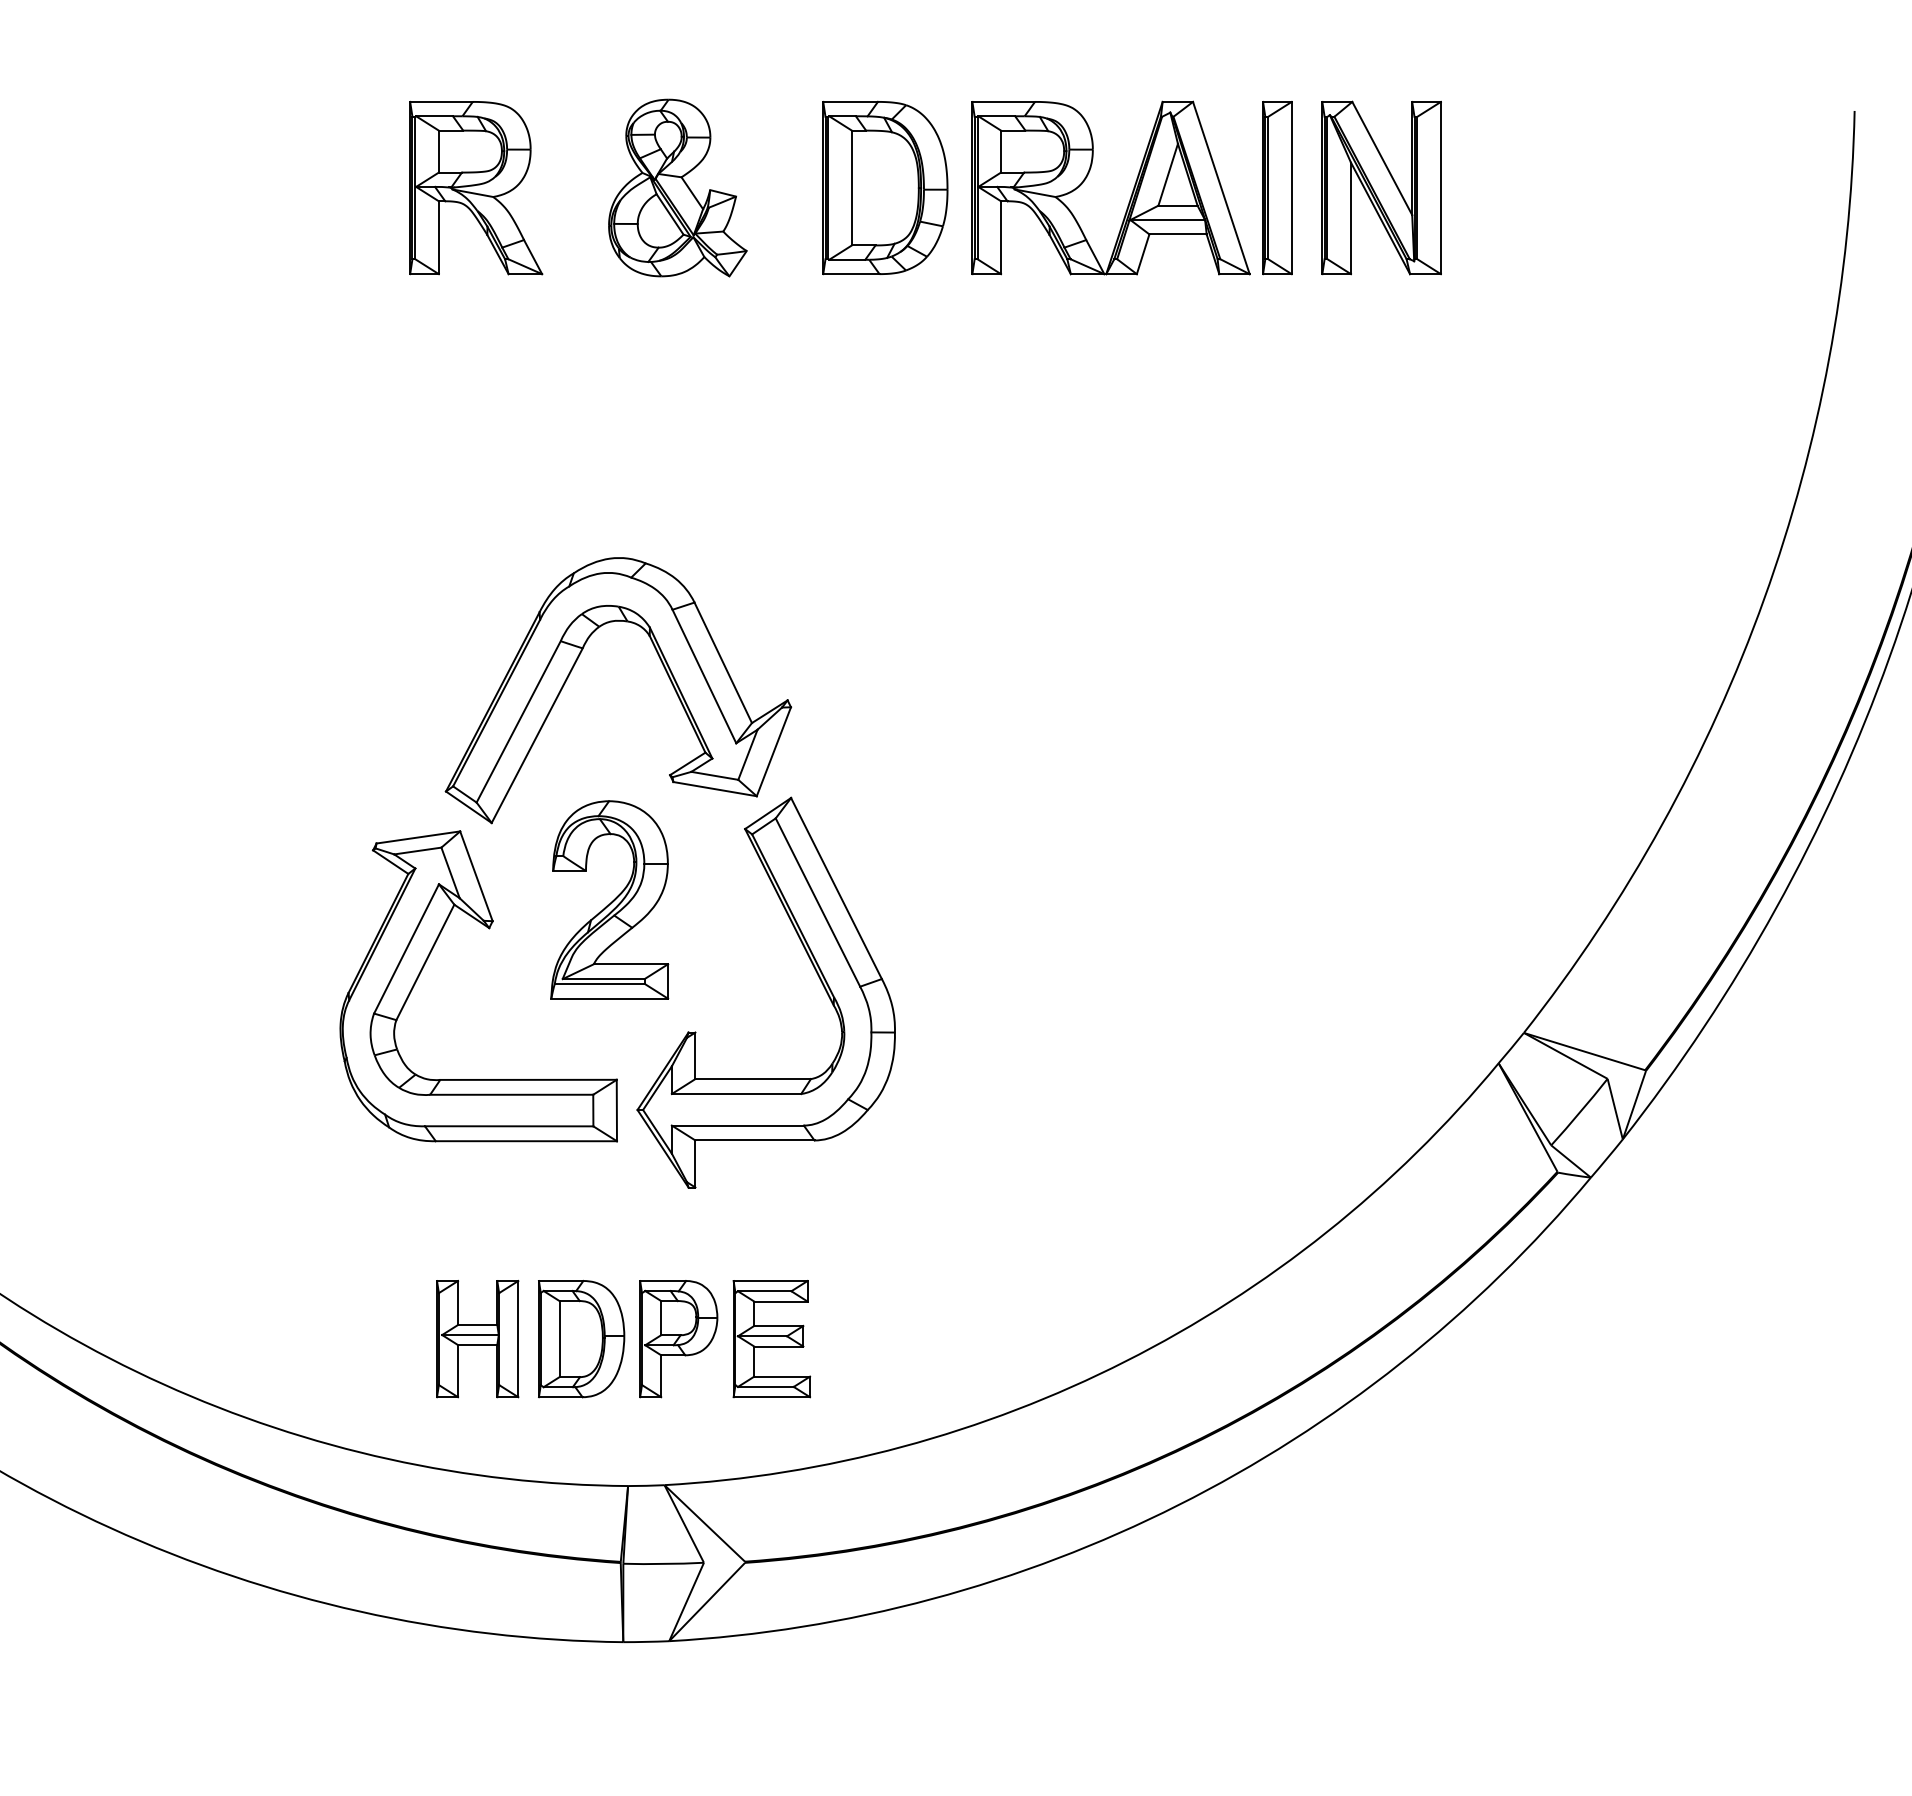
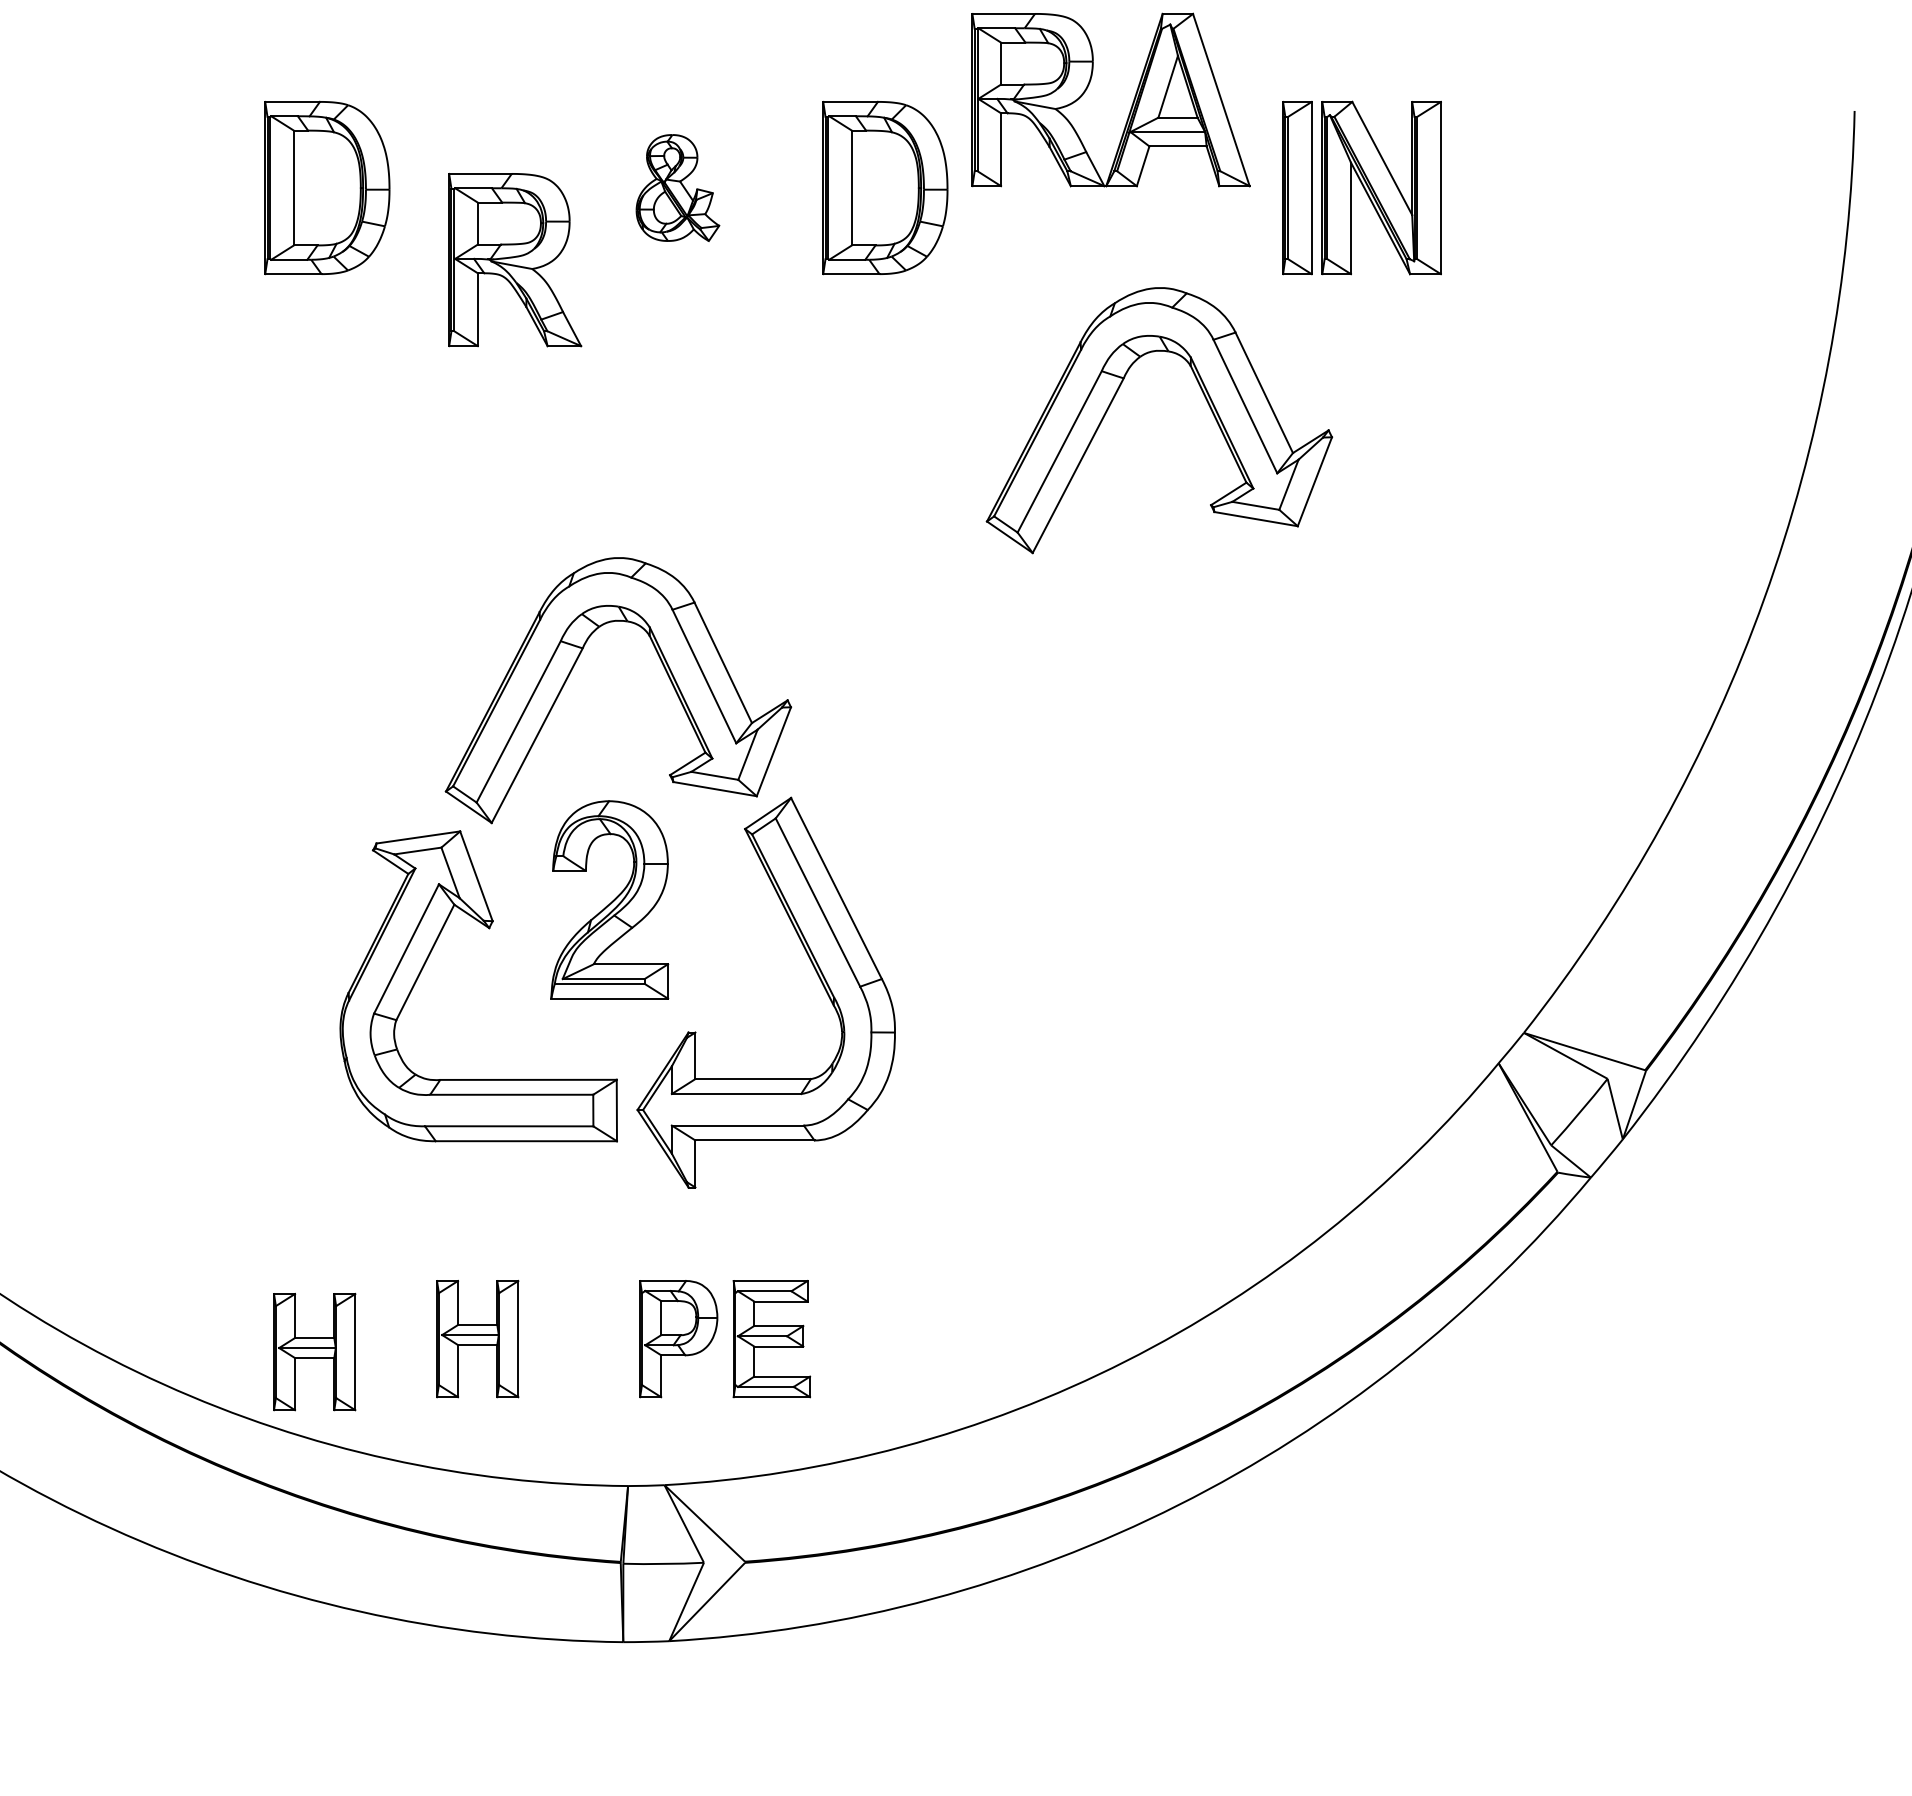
part at (327, 187): none -> present
part at (677, 187) size: 140x180 px -> 86x108 px
part at (476, 188) position: (476, 188) -> (515, 260)
part at (1277, 188) position: (1277, 188) -> (1297, 188)
part at (1131, 193) position: (1131, 193) -> (1131, 105)
part at (1114, 398): none -> present
part at (581, 1339): present -> none
part at (314, 1352): none -> present
